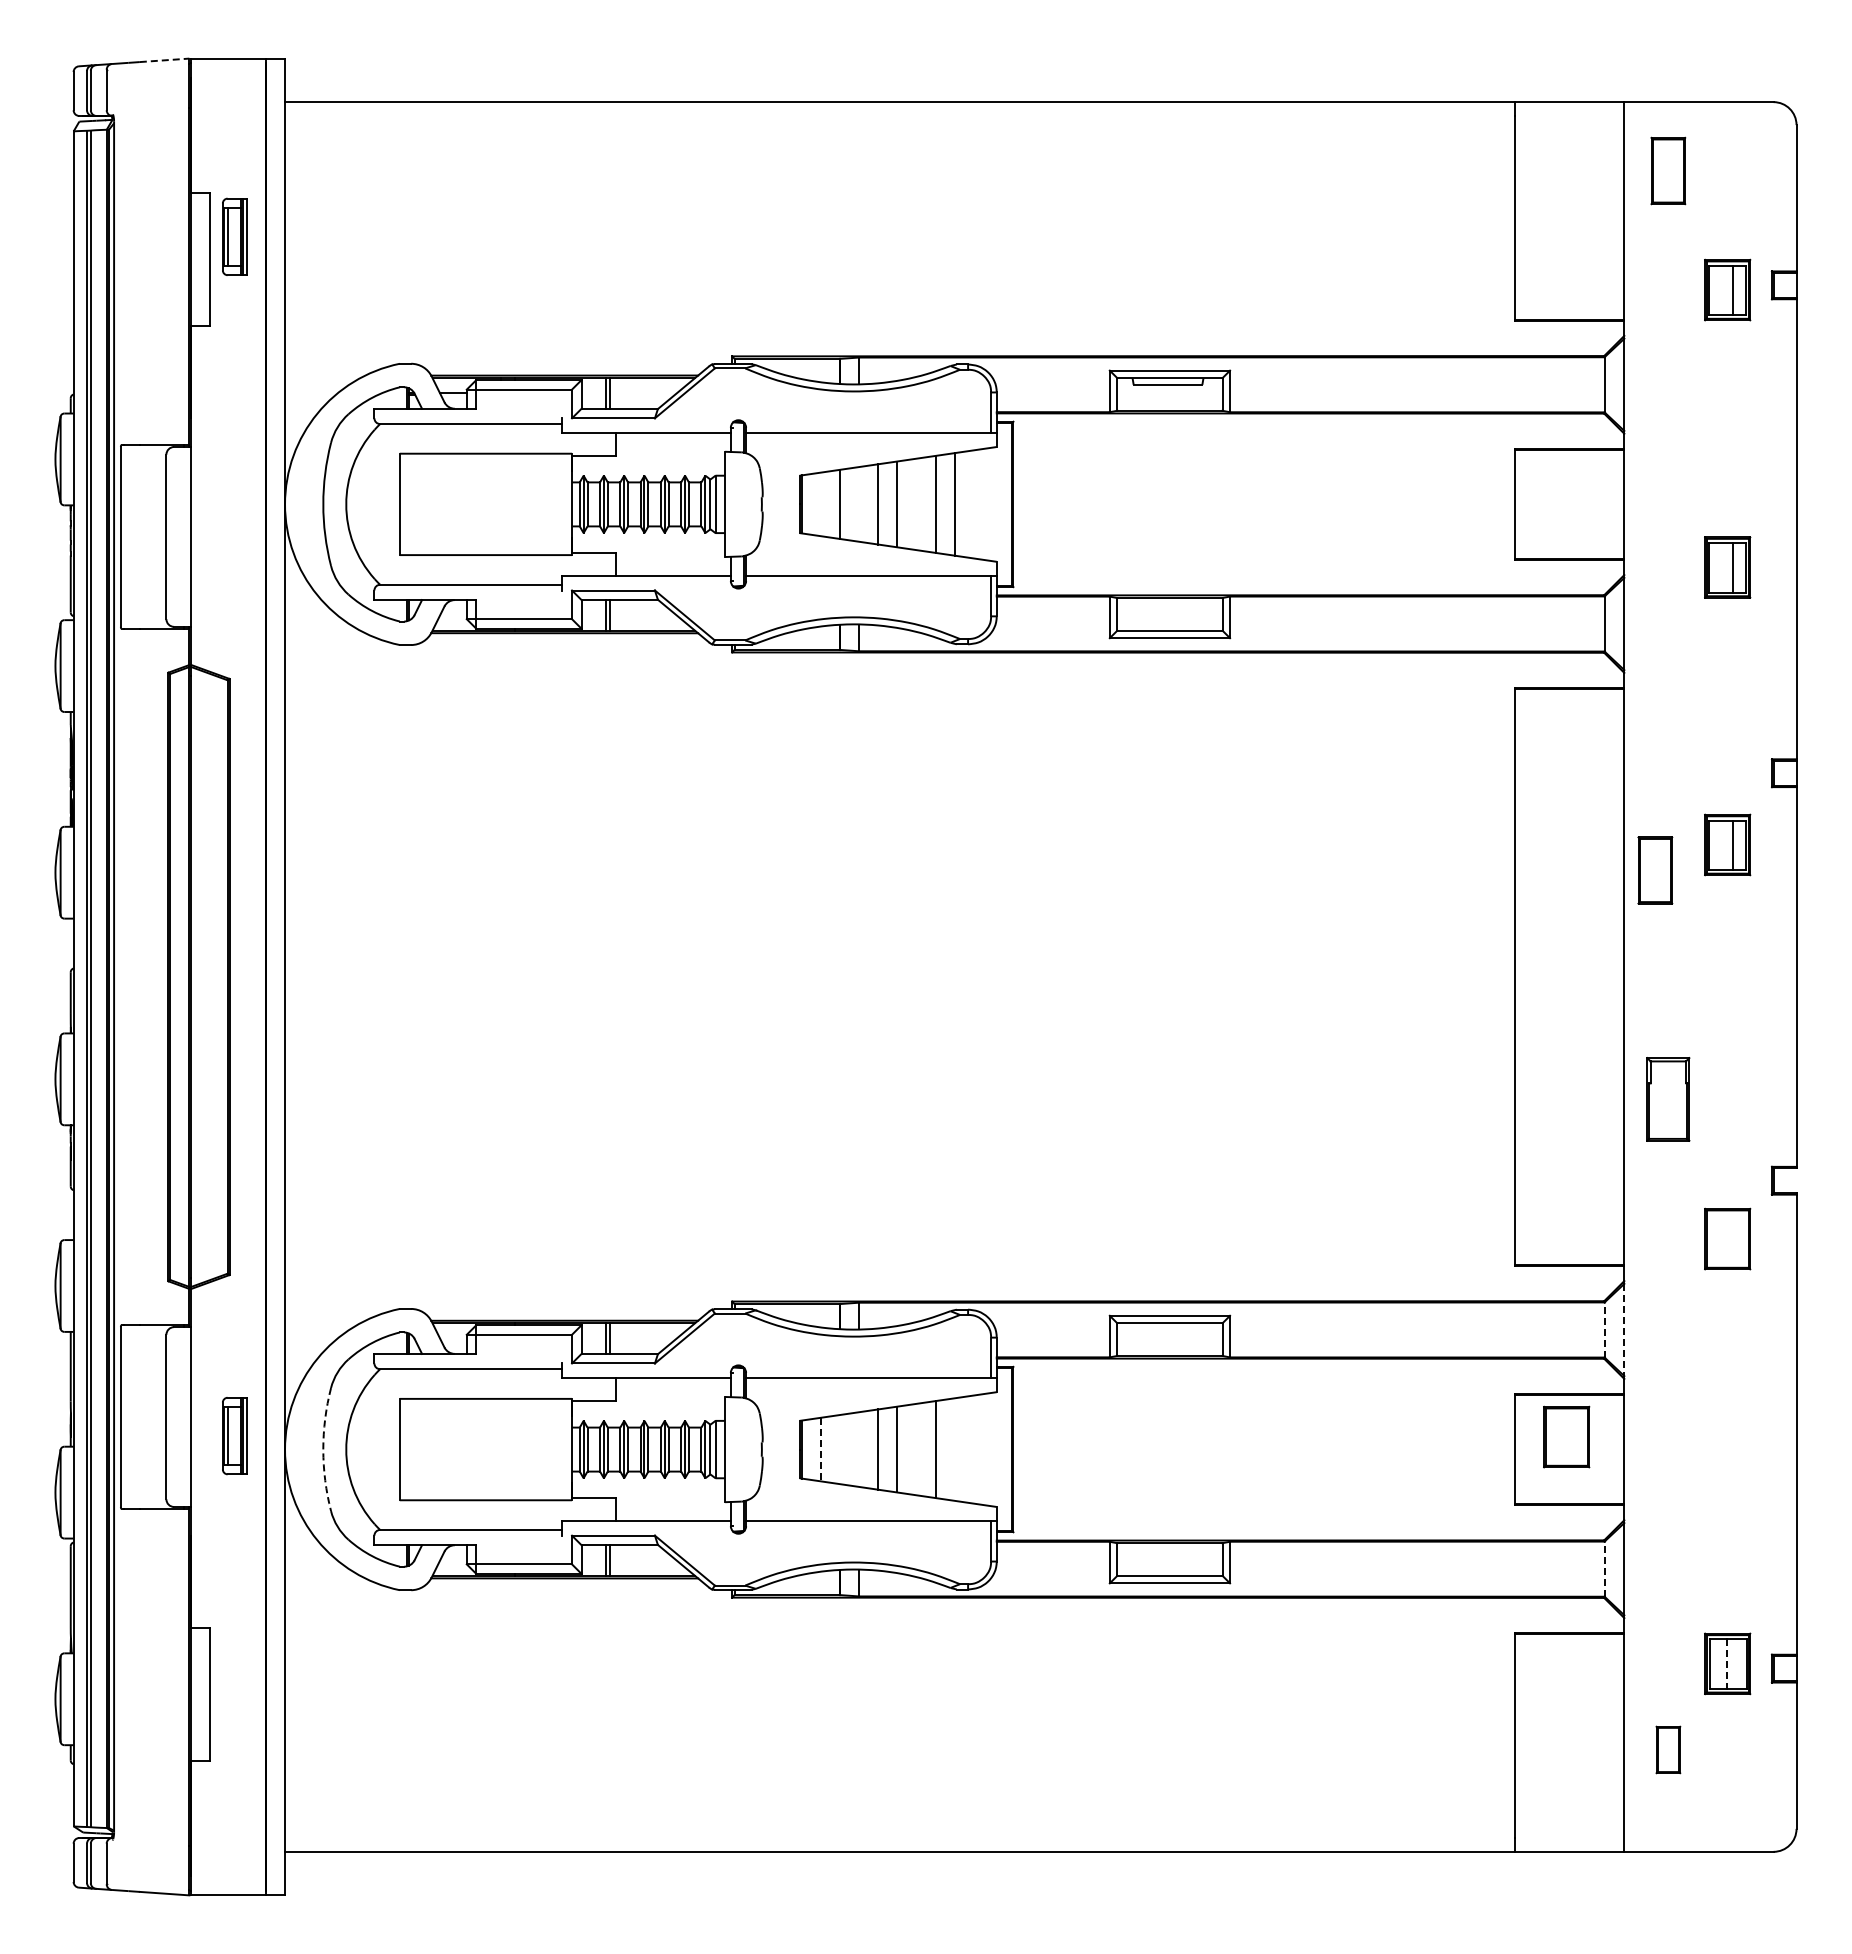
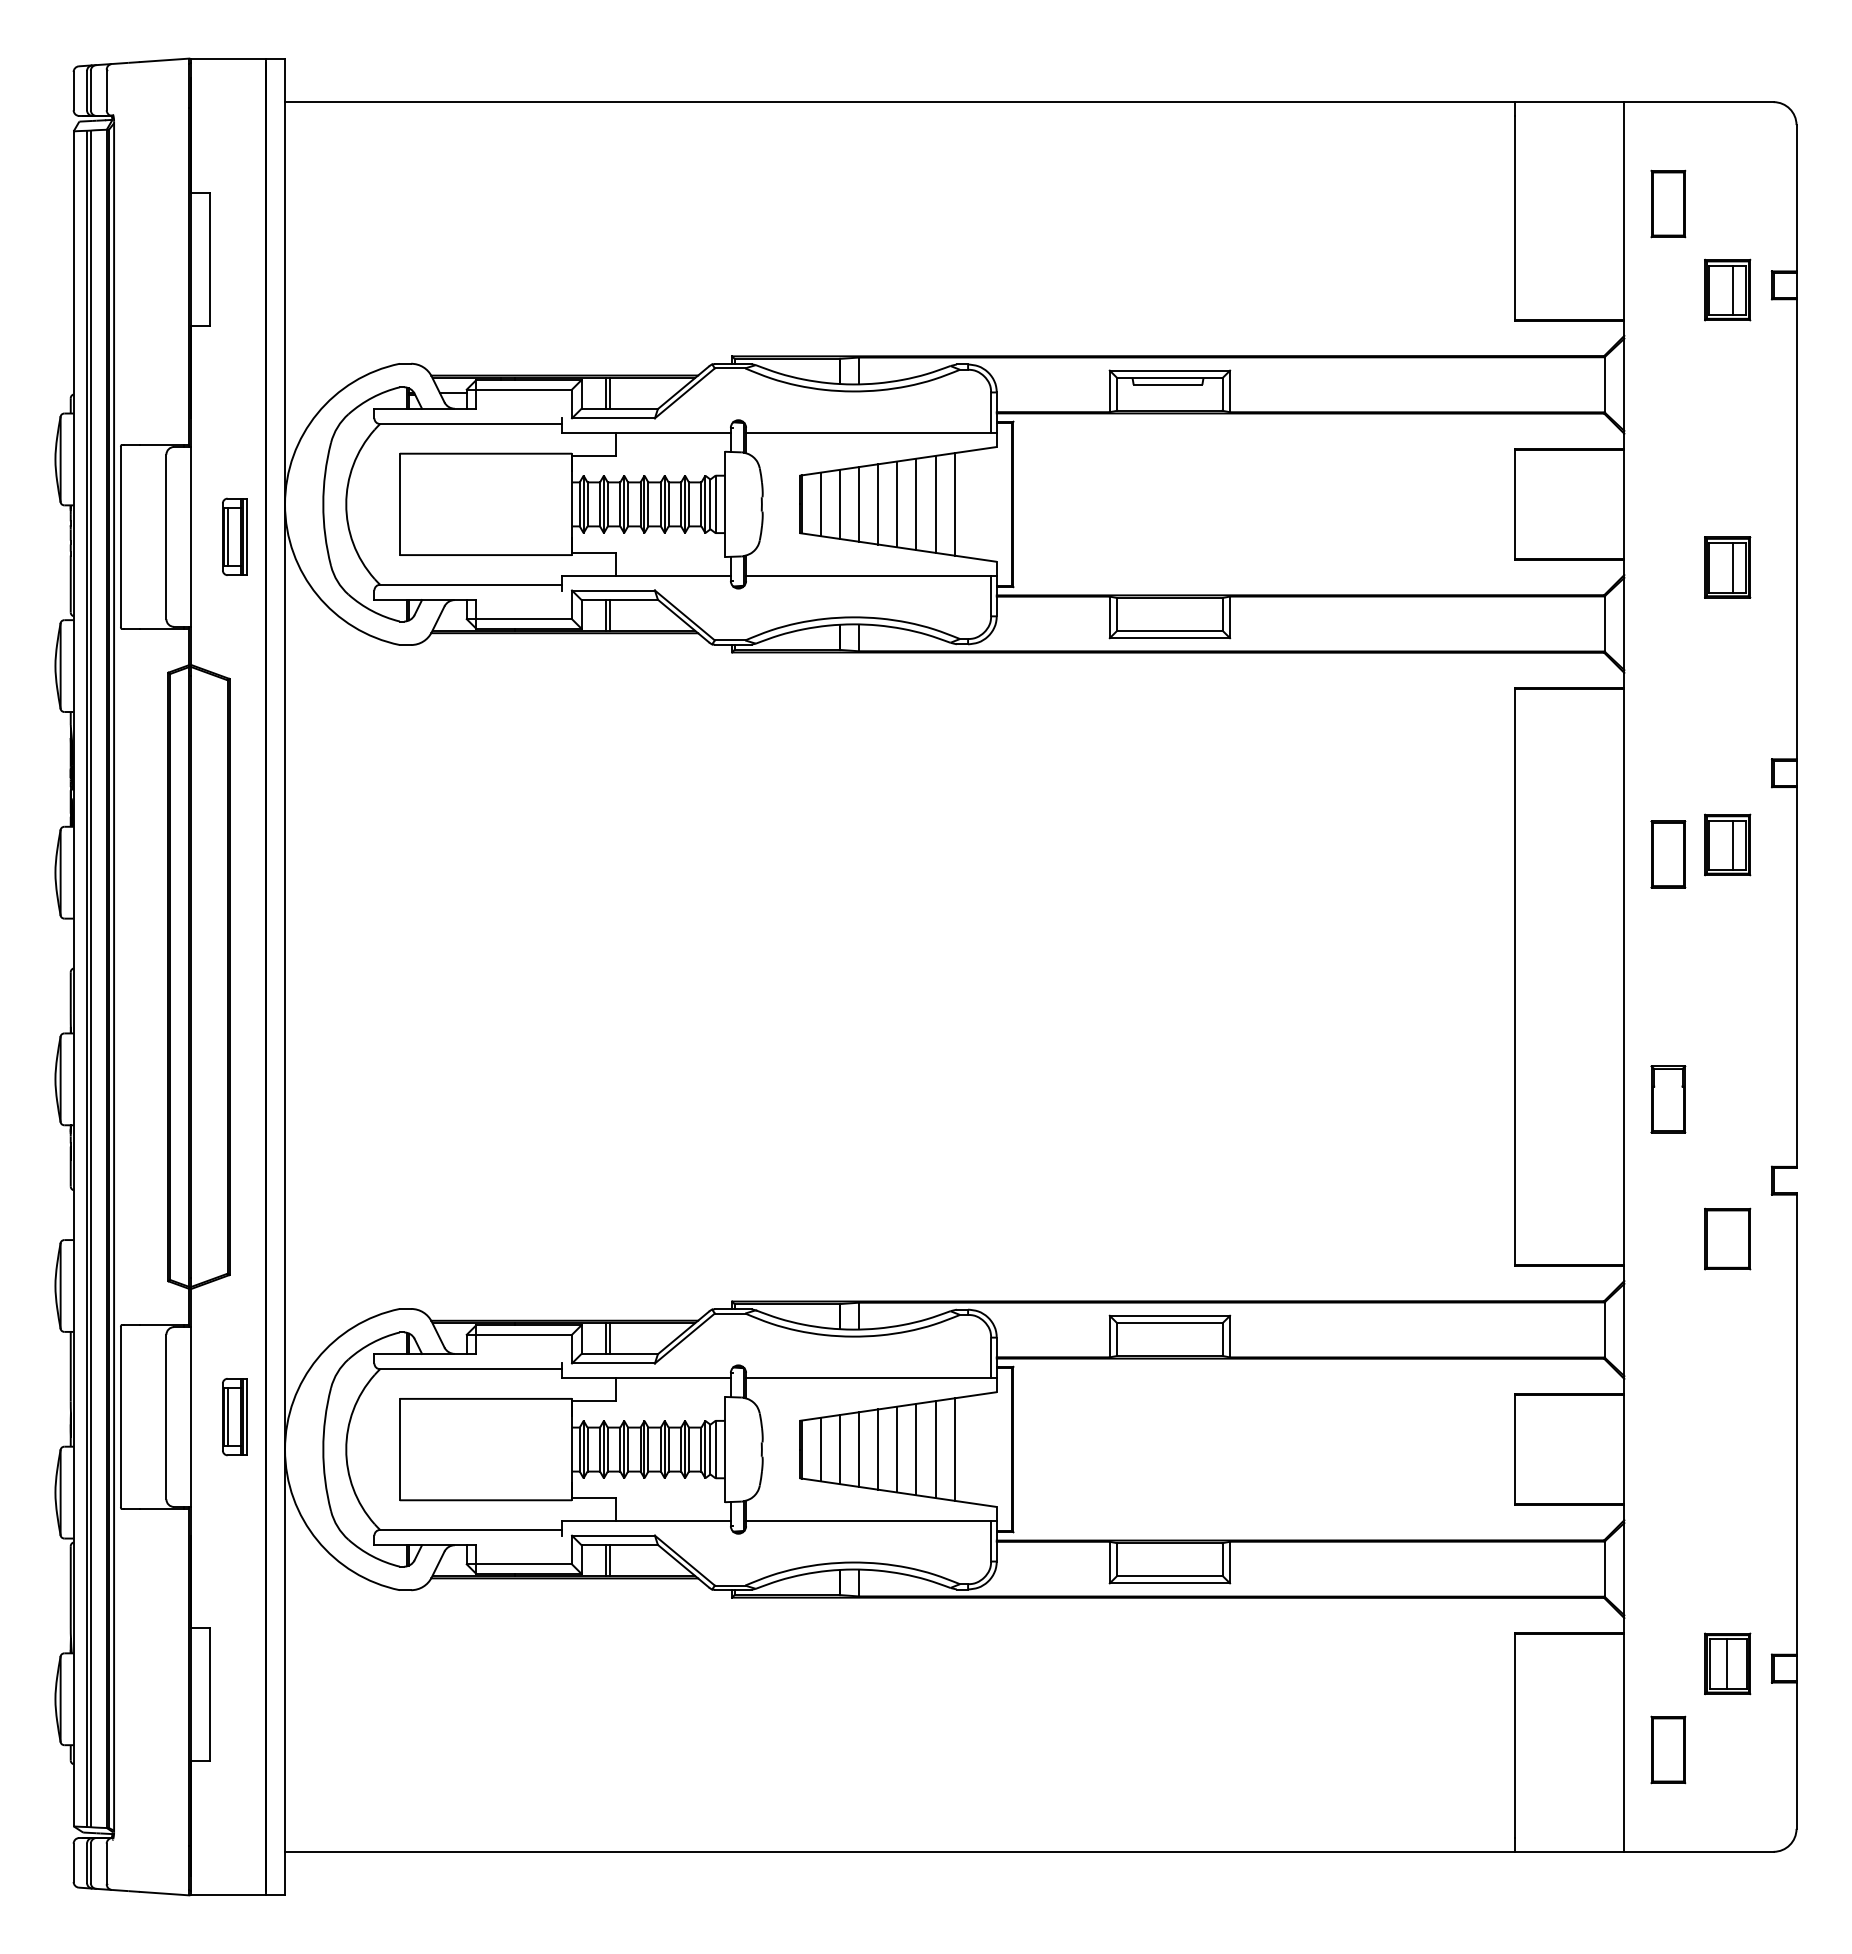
line at (164, 60): dashed -> solid
part at (1668, 170) position: (1668, 170) -> (1668, 203)
part at (234, 236) position: (234, 236) -> (234, 536)
line at (820, 504): none -> present
line at (859, 504): none -> present
line at (916, 504): none -> present
part at (1655, 870) position: (1655, 870) -> (1668, 854)
part at (1668, 1099) size: 45x85 px -> 37x69 px
line at (1604, 1330): dashed -> solid
line at (1624, 1330): dashed -> solid
part at (234, 1436) position: (234, 1436) -> (234, 1417)
part at (1566, 1436): present -> none
arc at (323, 1449): dashed -> solid
line at (820, 1449): dashed -> solid
line at (839, 1449): none -> present
line at (859, 1449): none -> present
line at (916, 1449): none -> present
line at (954, 1449): none -> present
line at (1604, 1569): dashed -> solid
line at (1727, 1663): dashed -> solid
part at (1668, 1749) size: 27x50 px -> 37x70 px
